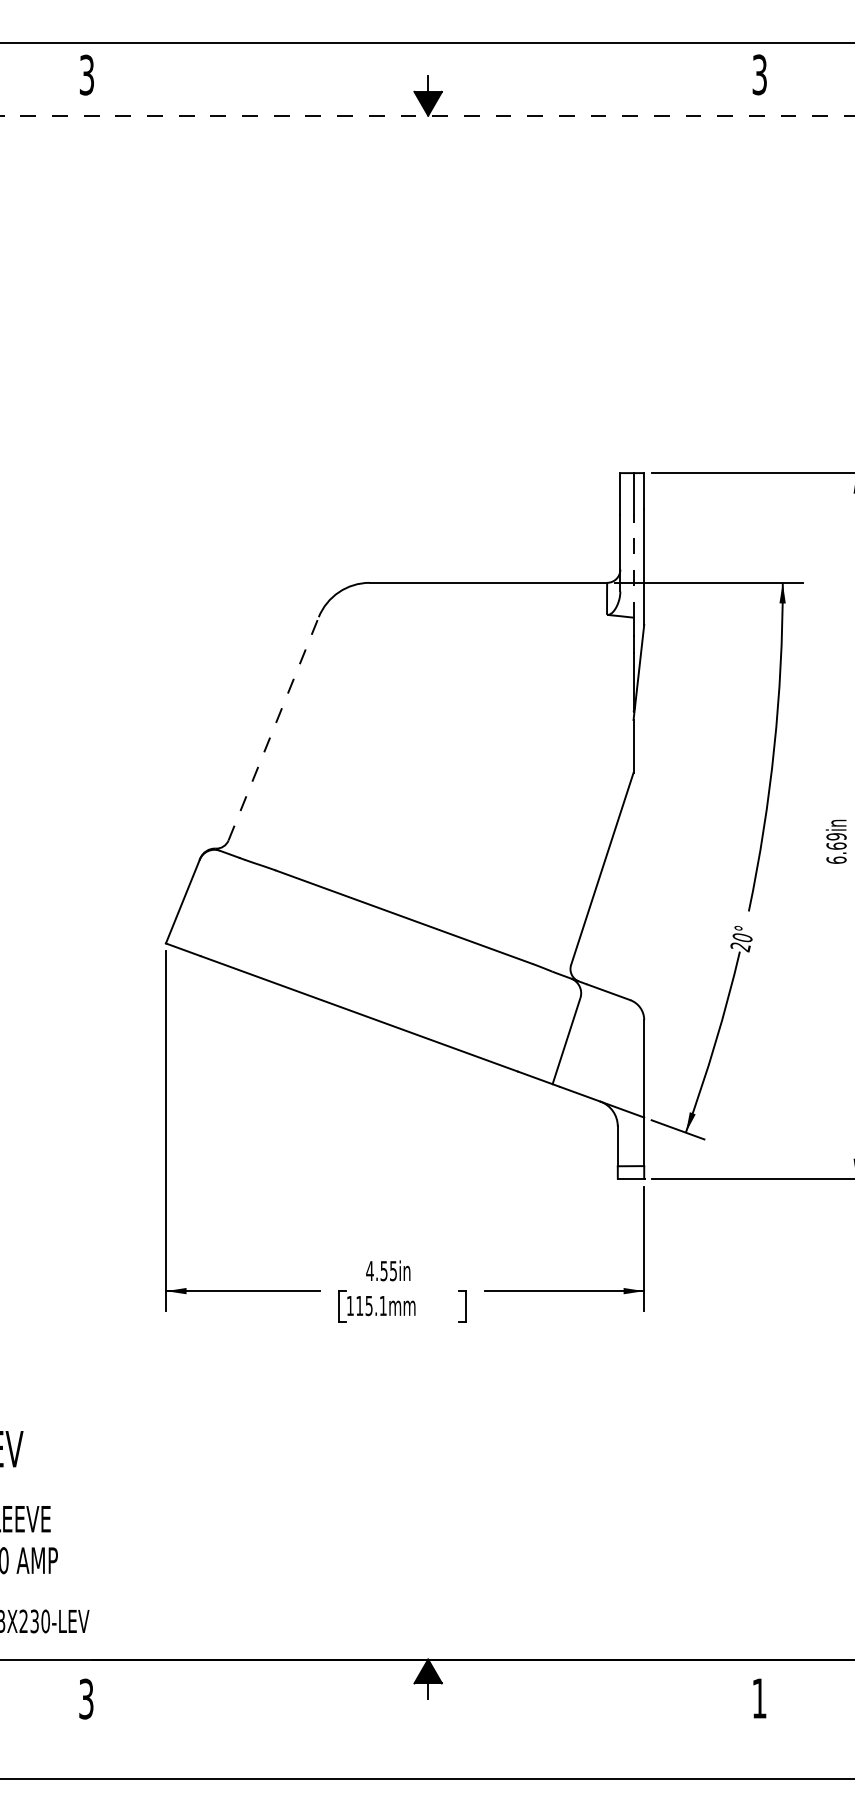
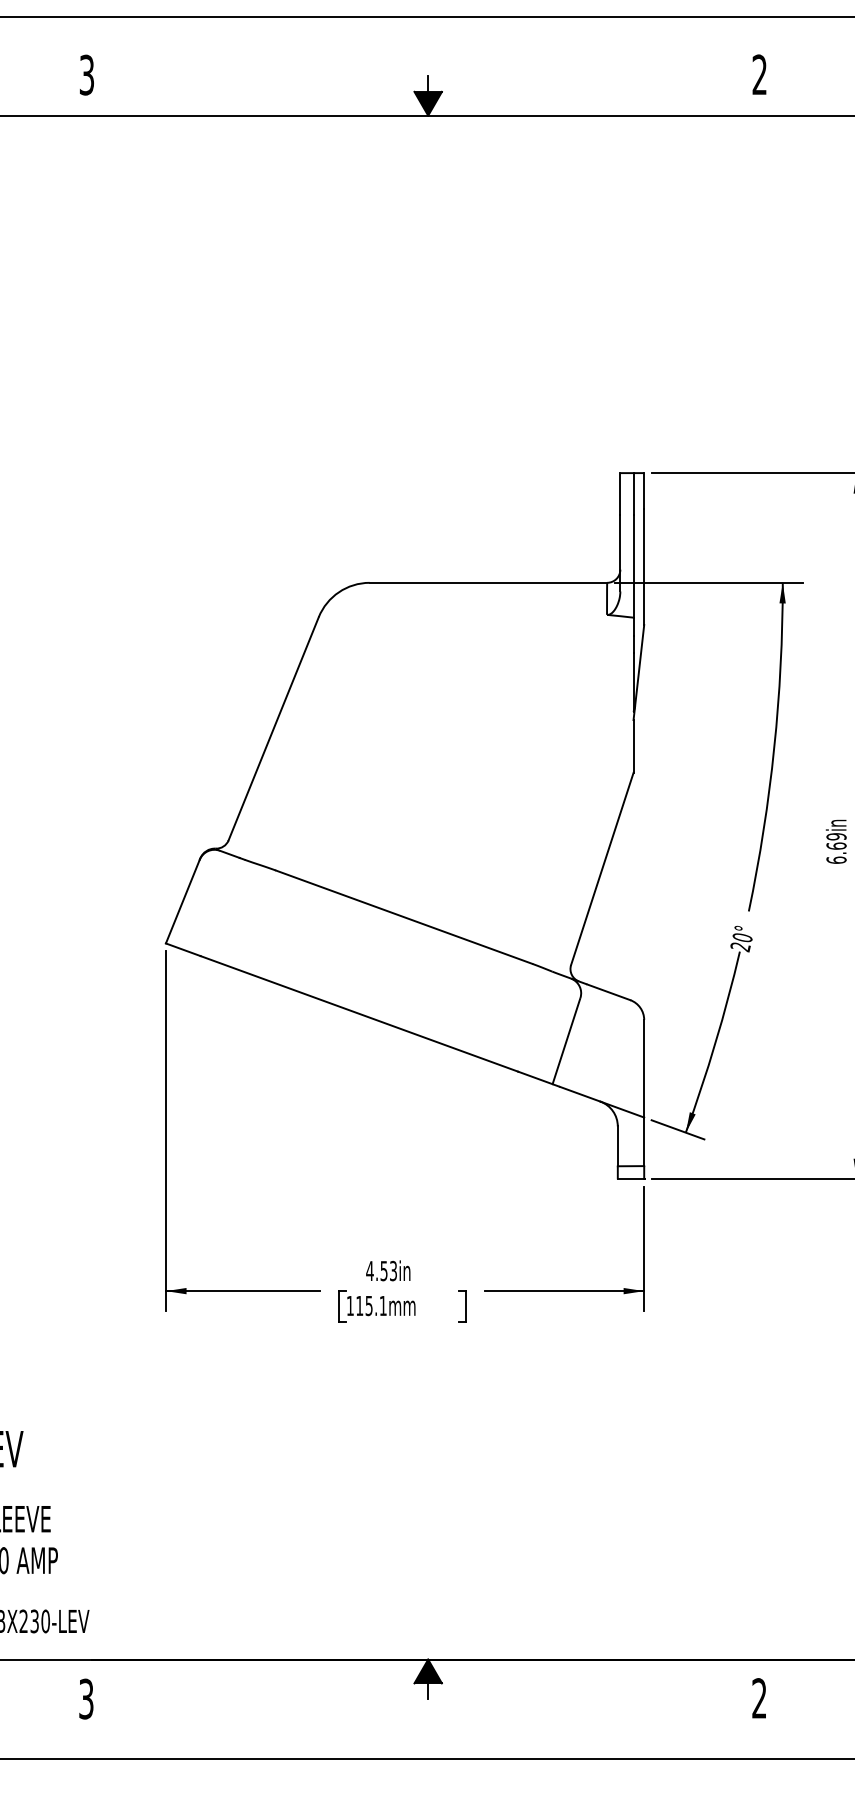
line at (426, 42) position: (426, 42) -> (426, 16)
text at (759, 74): 3 -> 2
line at (427, 115): dashed -> solid
line at (633, 566): dashed -> solid
line at (273, 728): dashed -> solid
text at (393, 1270): 4.55in -> 4.53in
text at (759, 1698): 1 -> 2
line at (426, 1778) position: (426, 1778) -> (426, 1758)
